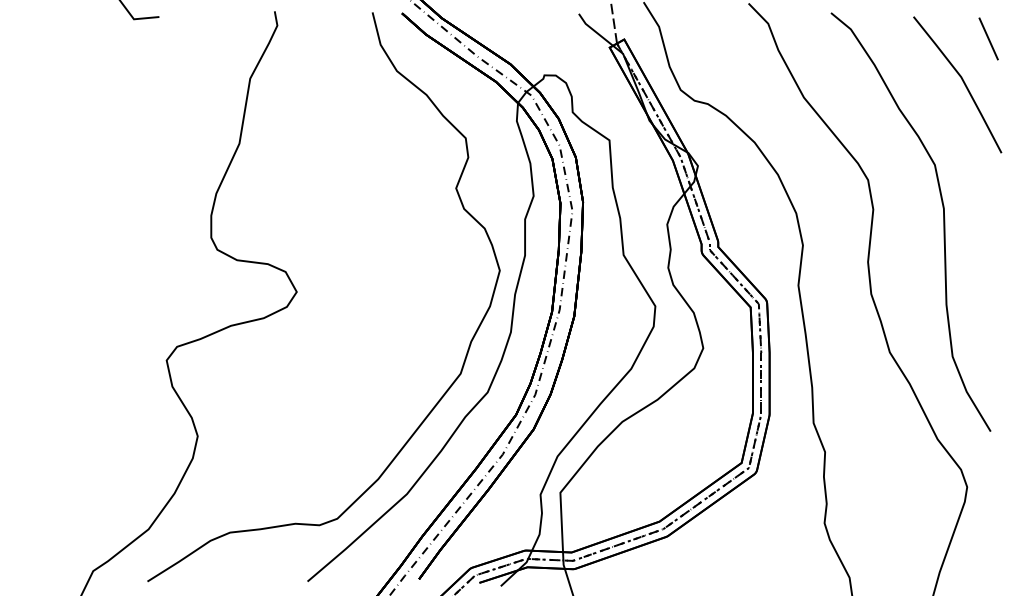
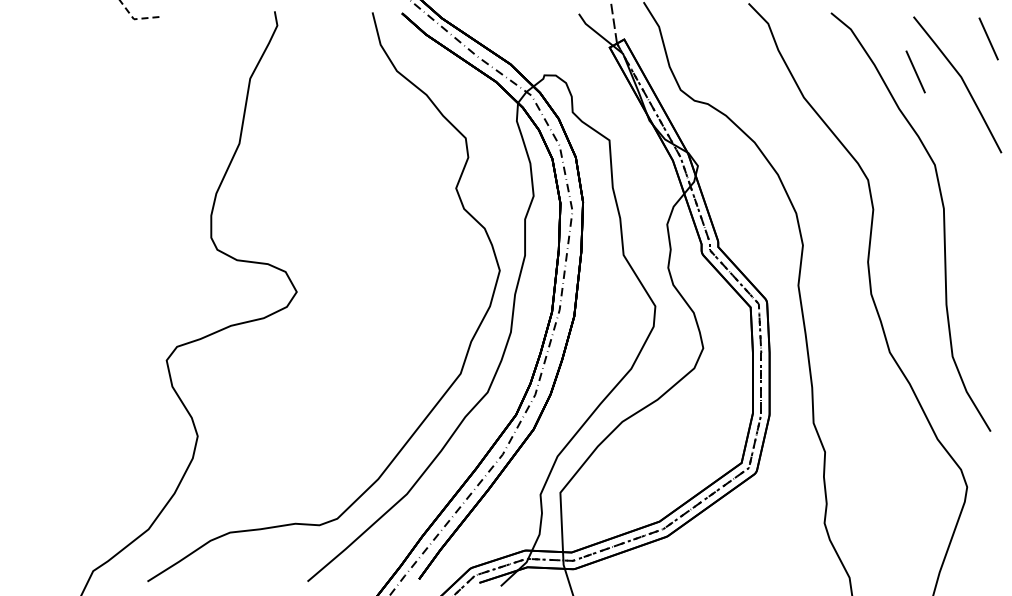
line at (133, 19): solid -> dashed
line at (915, 71): none -> present
